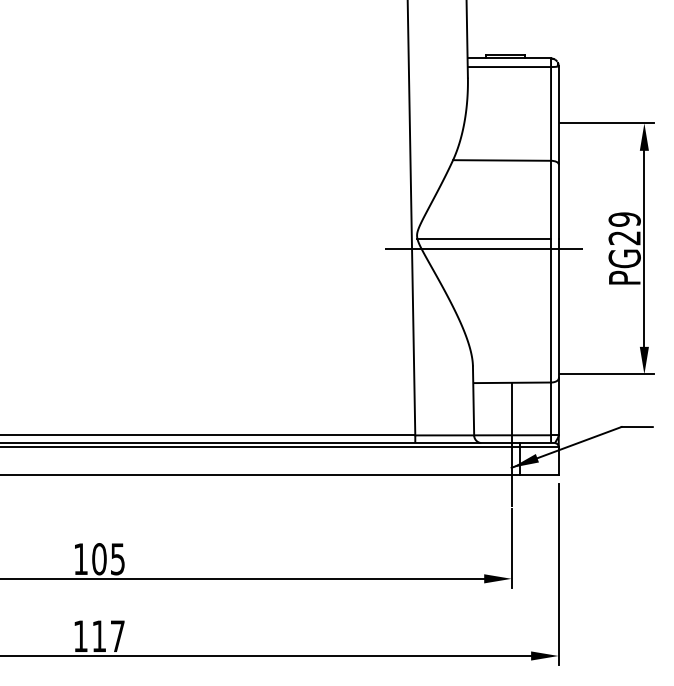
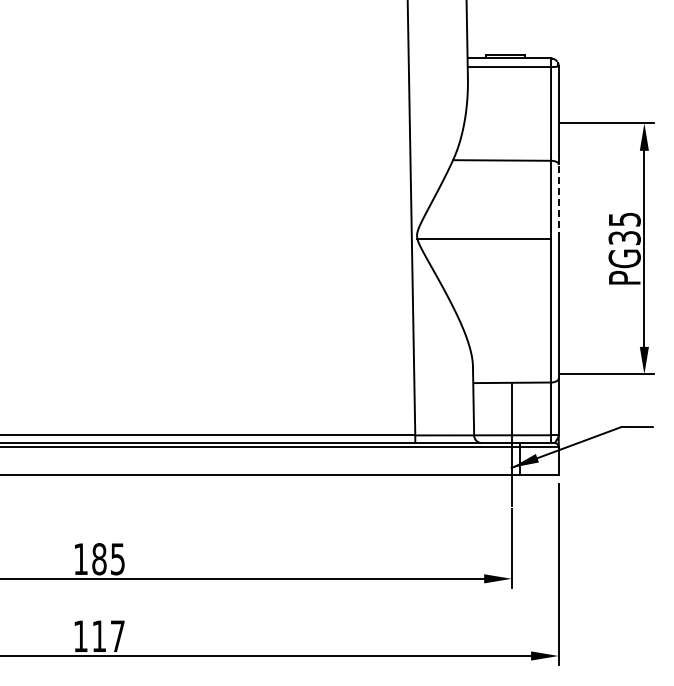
line at (558, 201): solid -> dashed
text at (624, 228): PG29 -> PG35
line at (483, 248): present -> none
text at (99, 559): 105 -> 185
